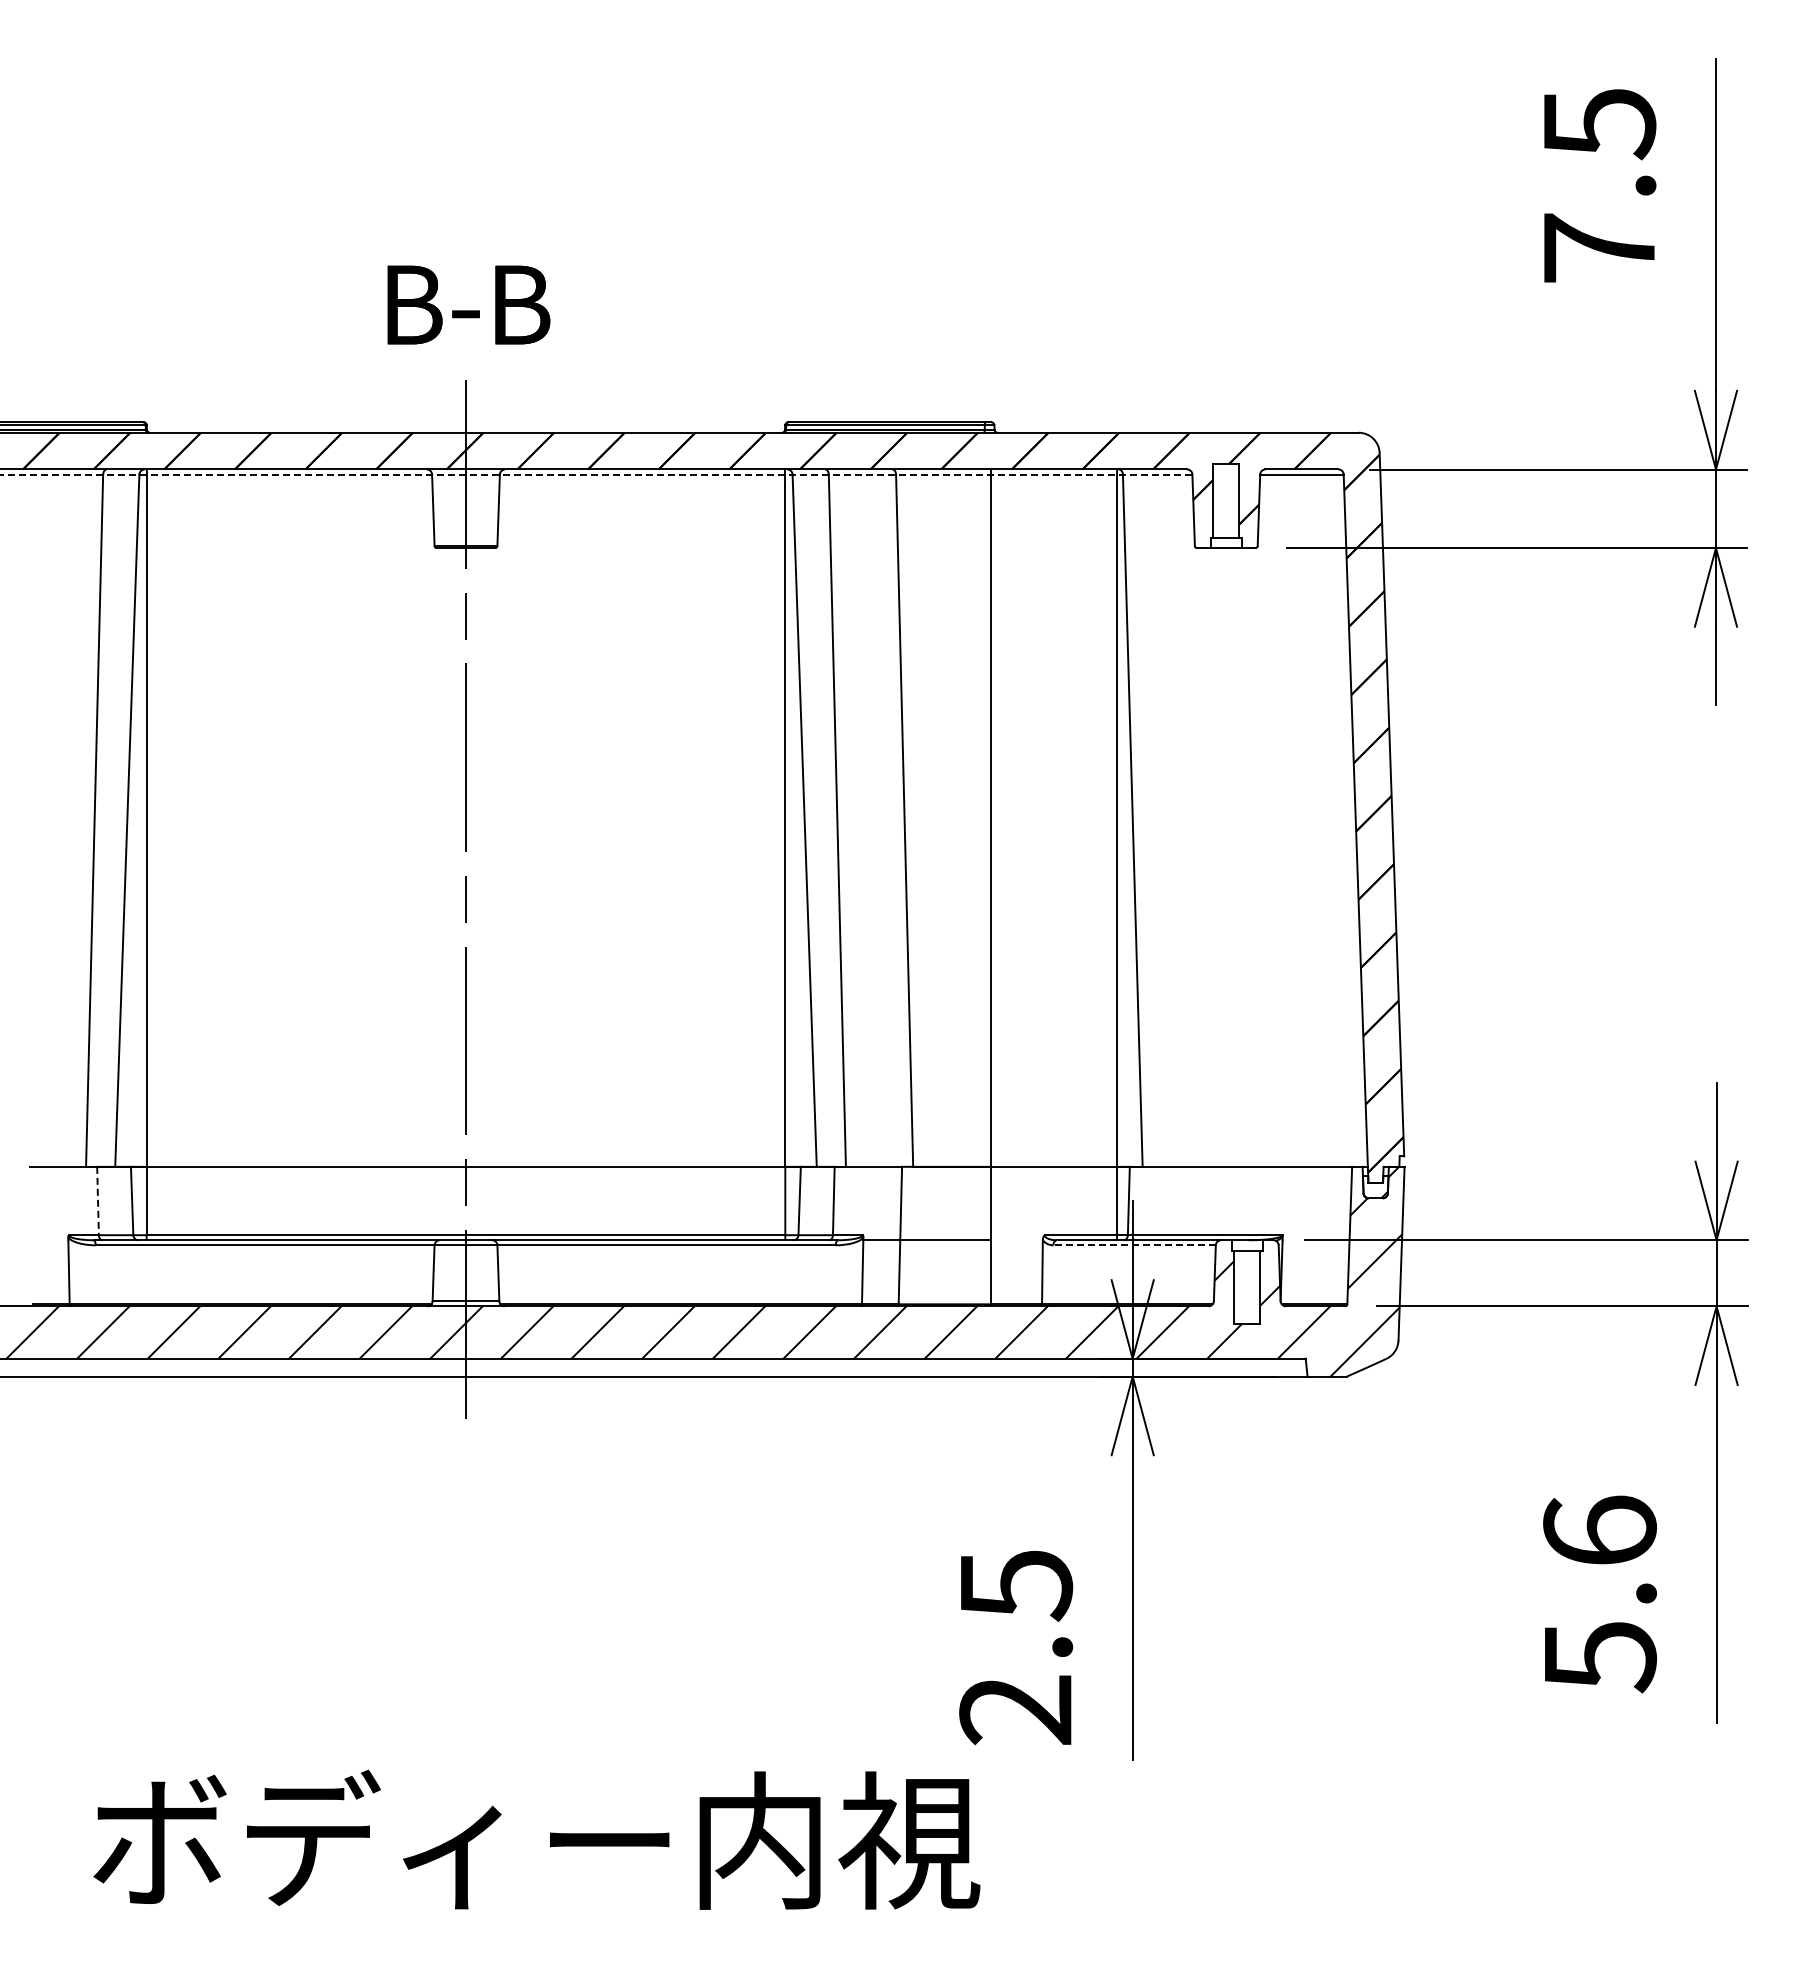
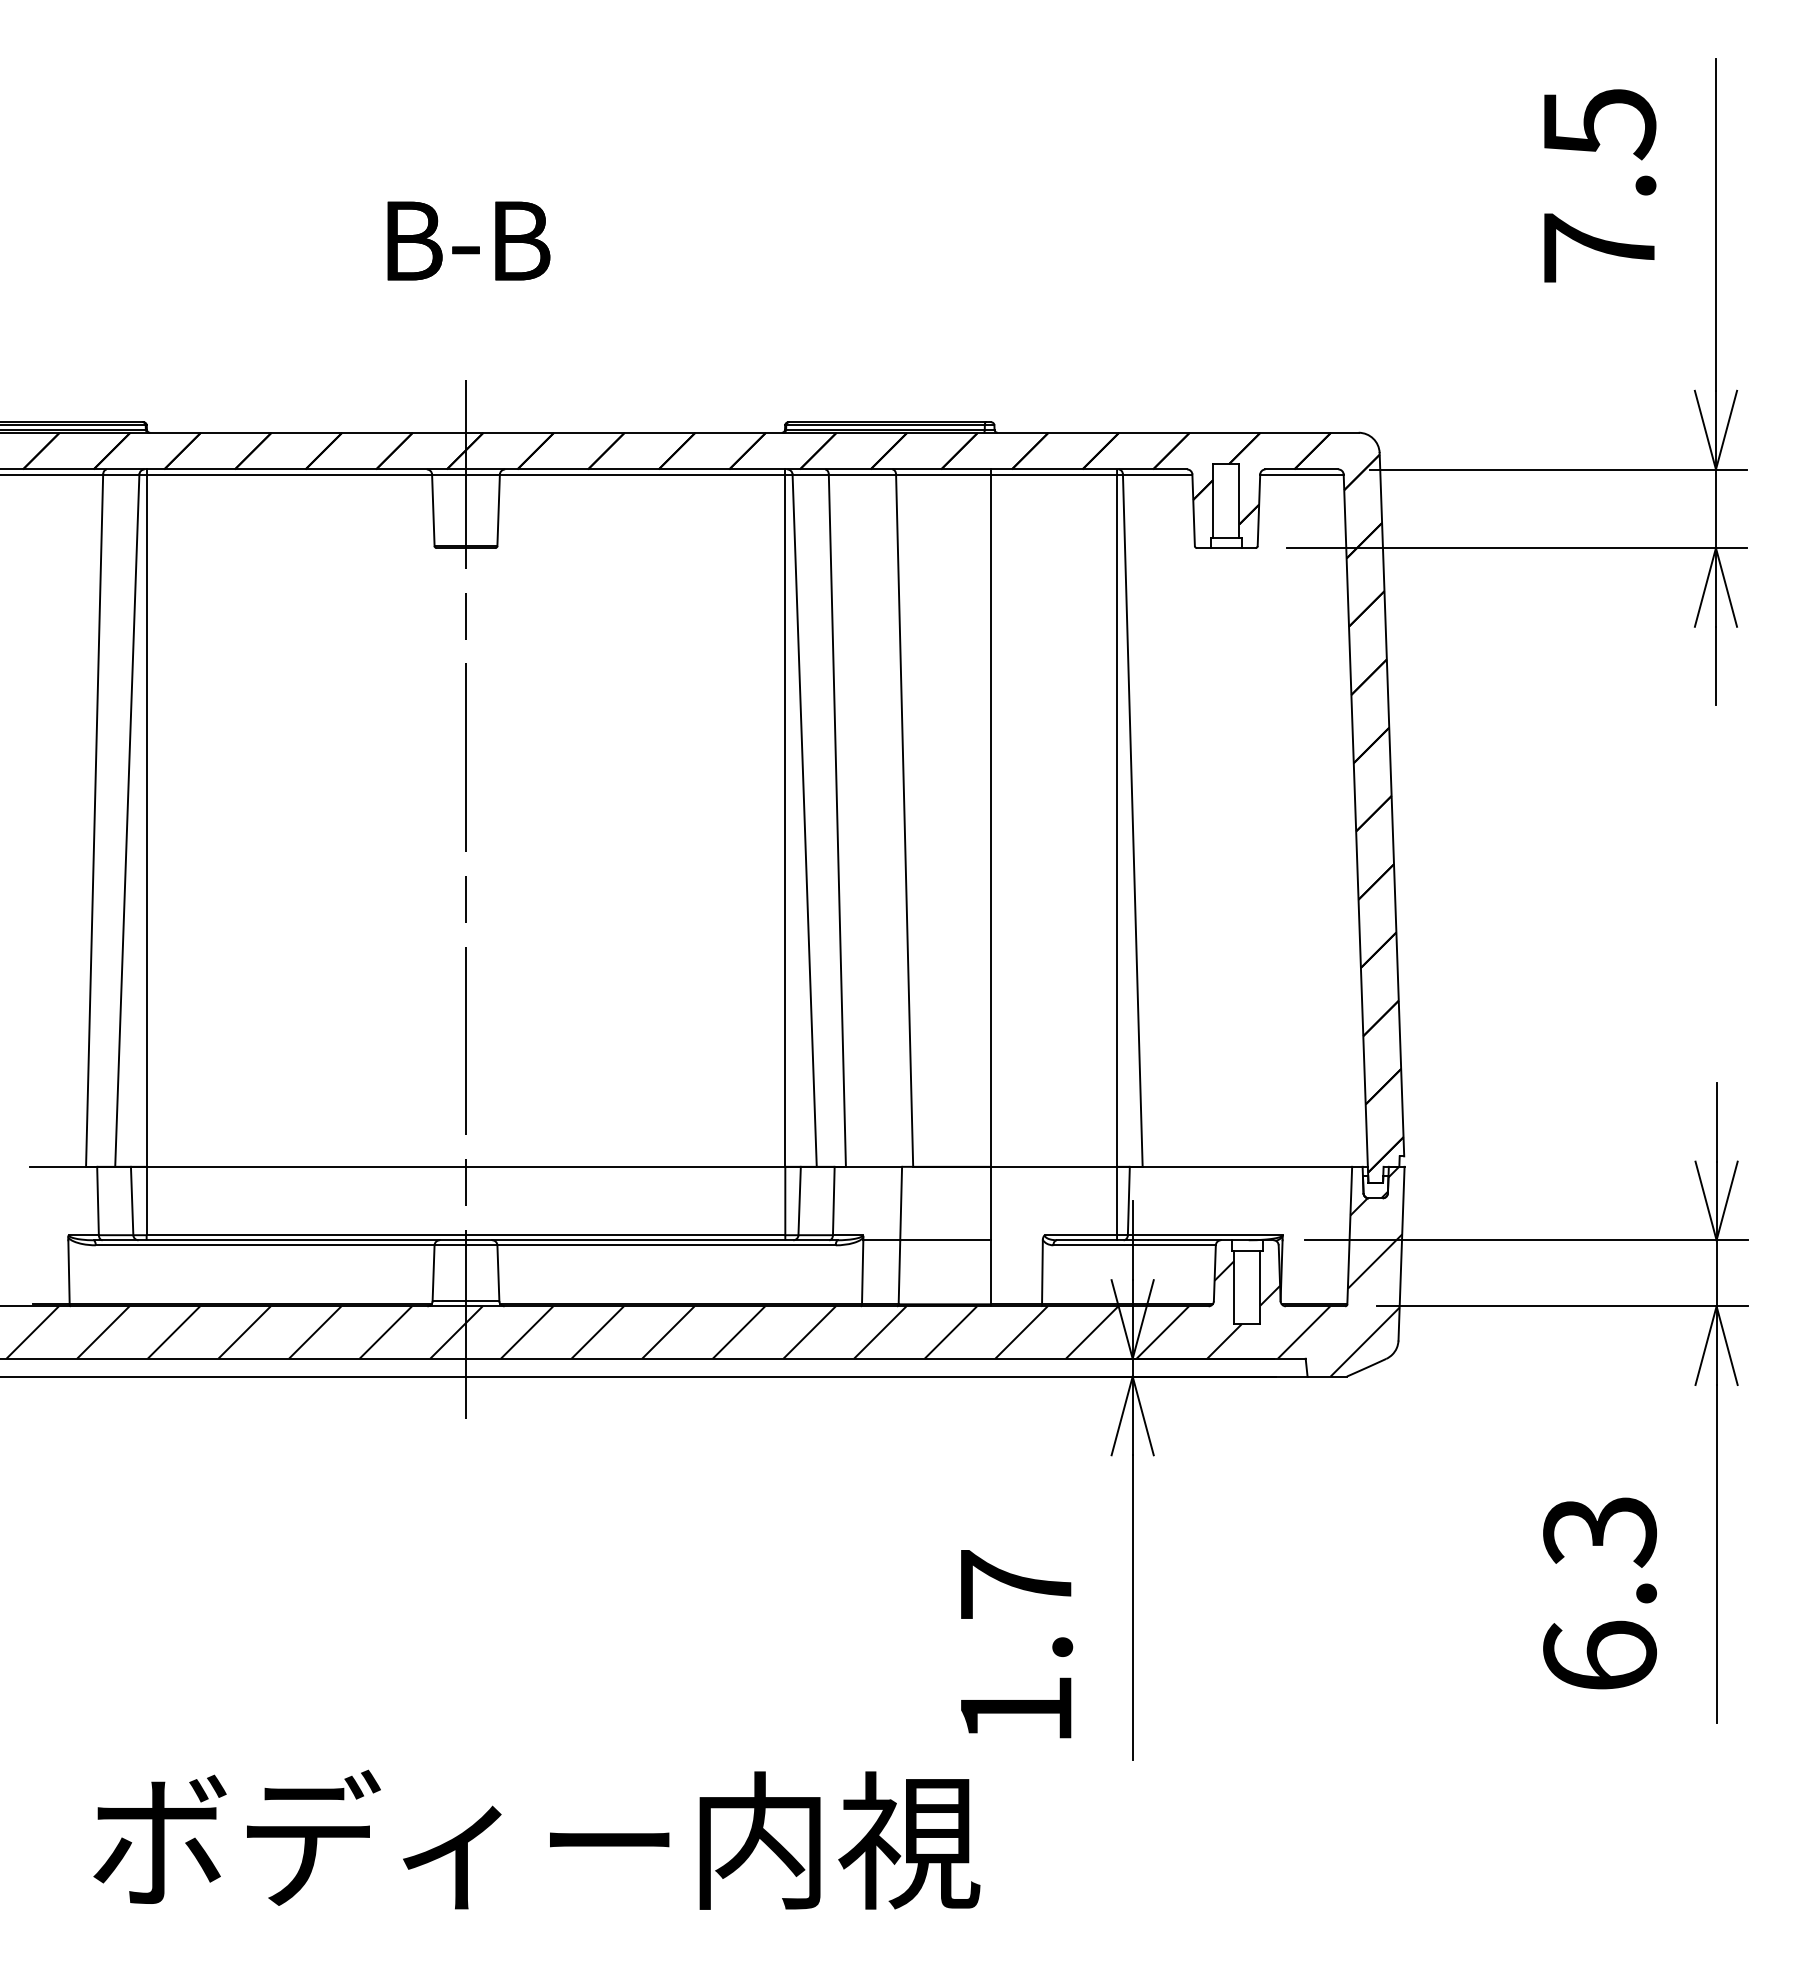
text at (468, 304) position: (468, 304) -> (468, 240)
line at (596, 474): dashed -> solid
line at (98, 1201): dashed -> solid
line at (1134, 1245): dashed -> solid
text at (1600, 1594): 5.6 -> 6.3
text at (1016, 1647): 2.5 -> 1.7
